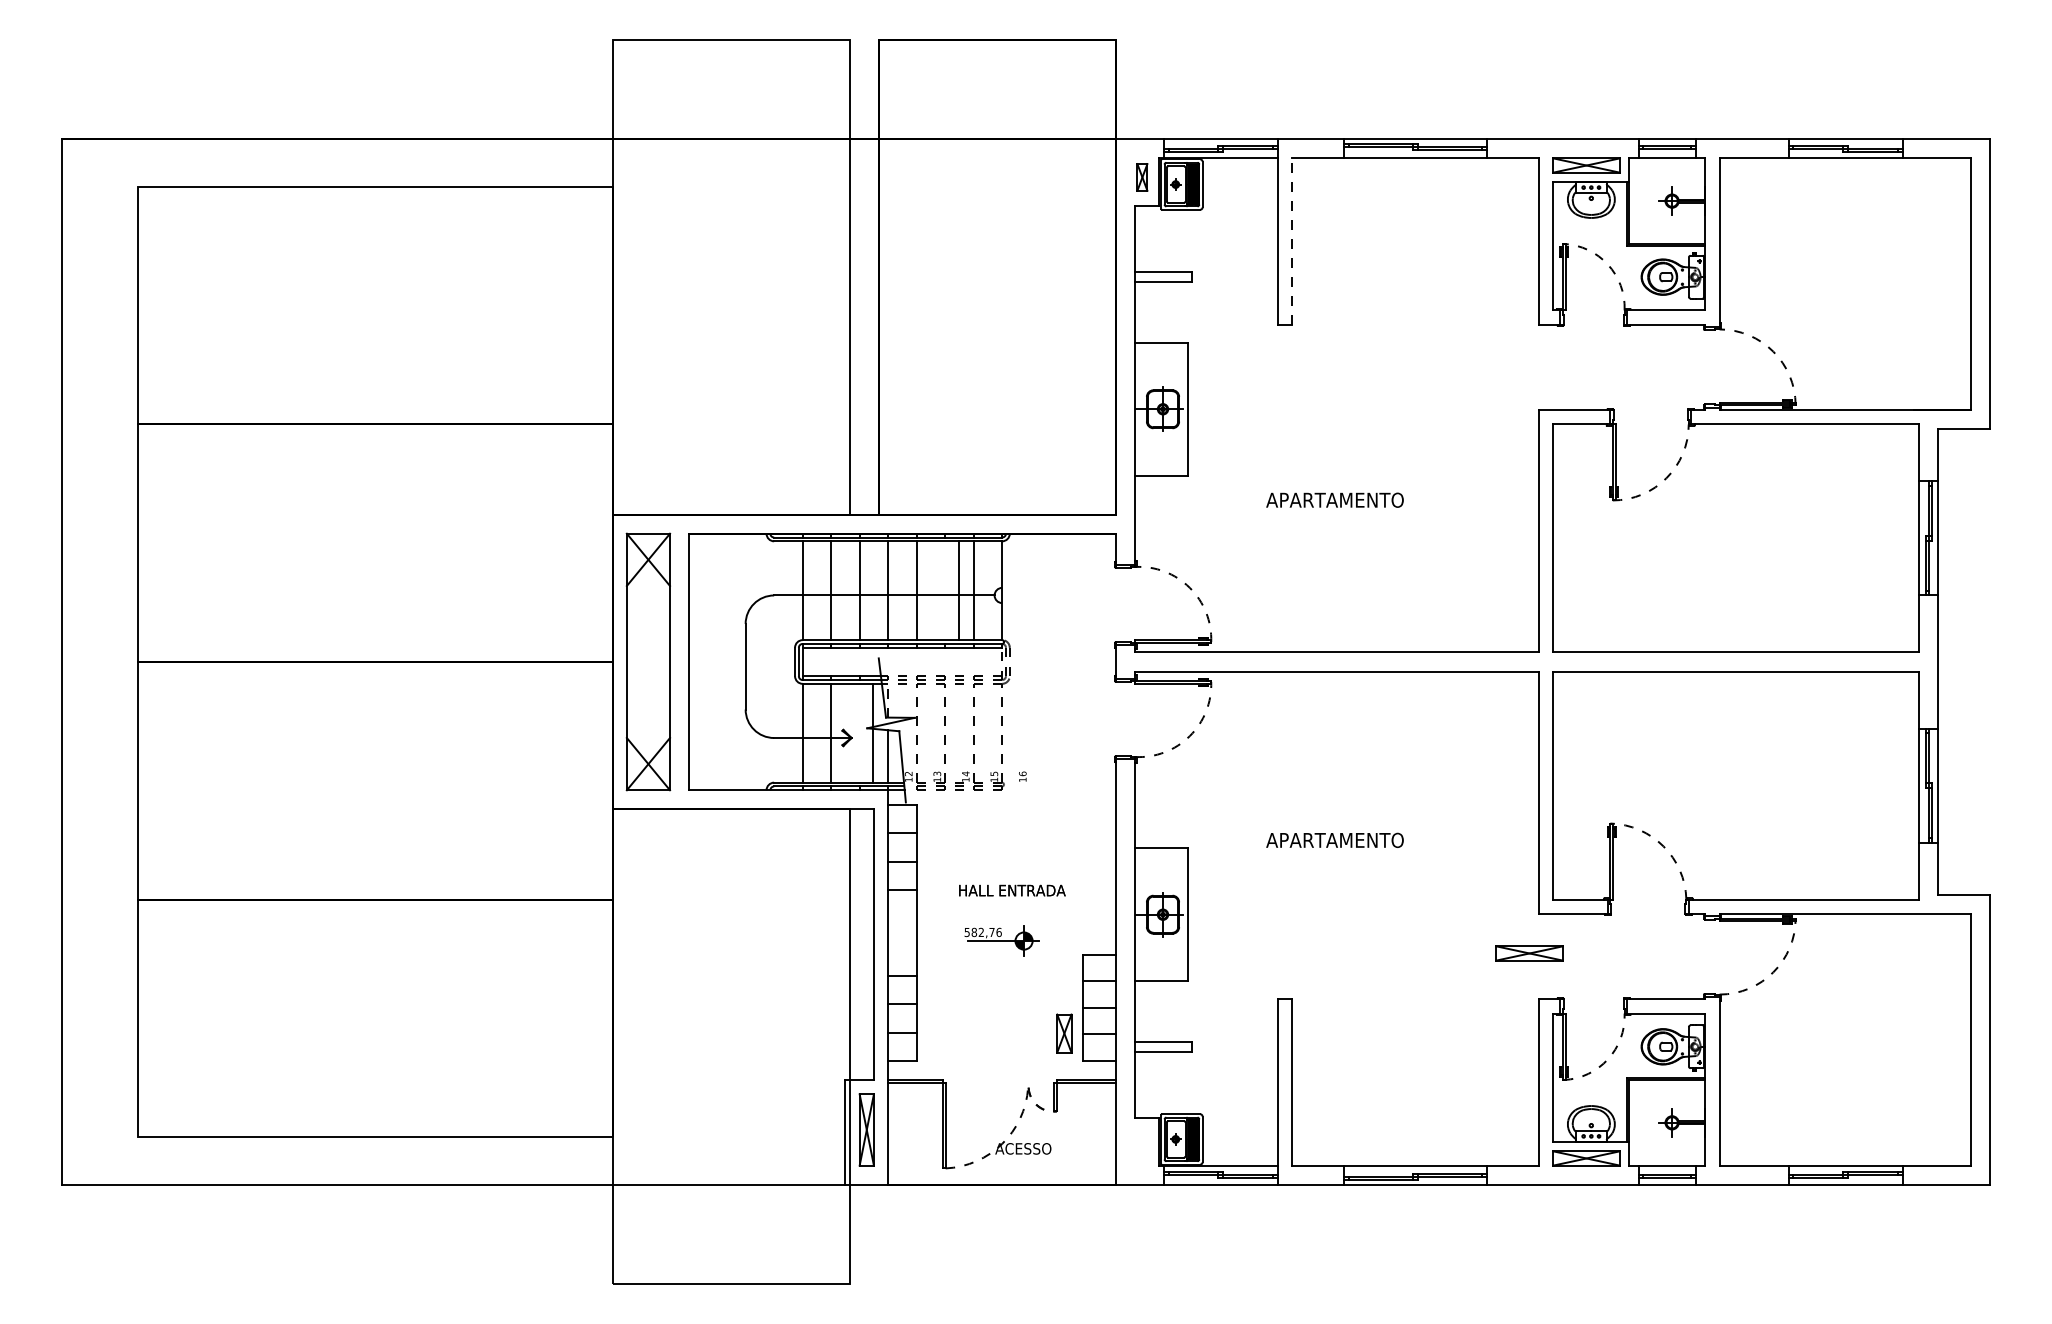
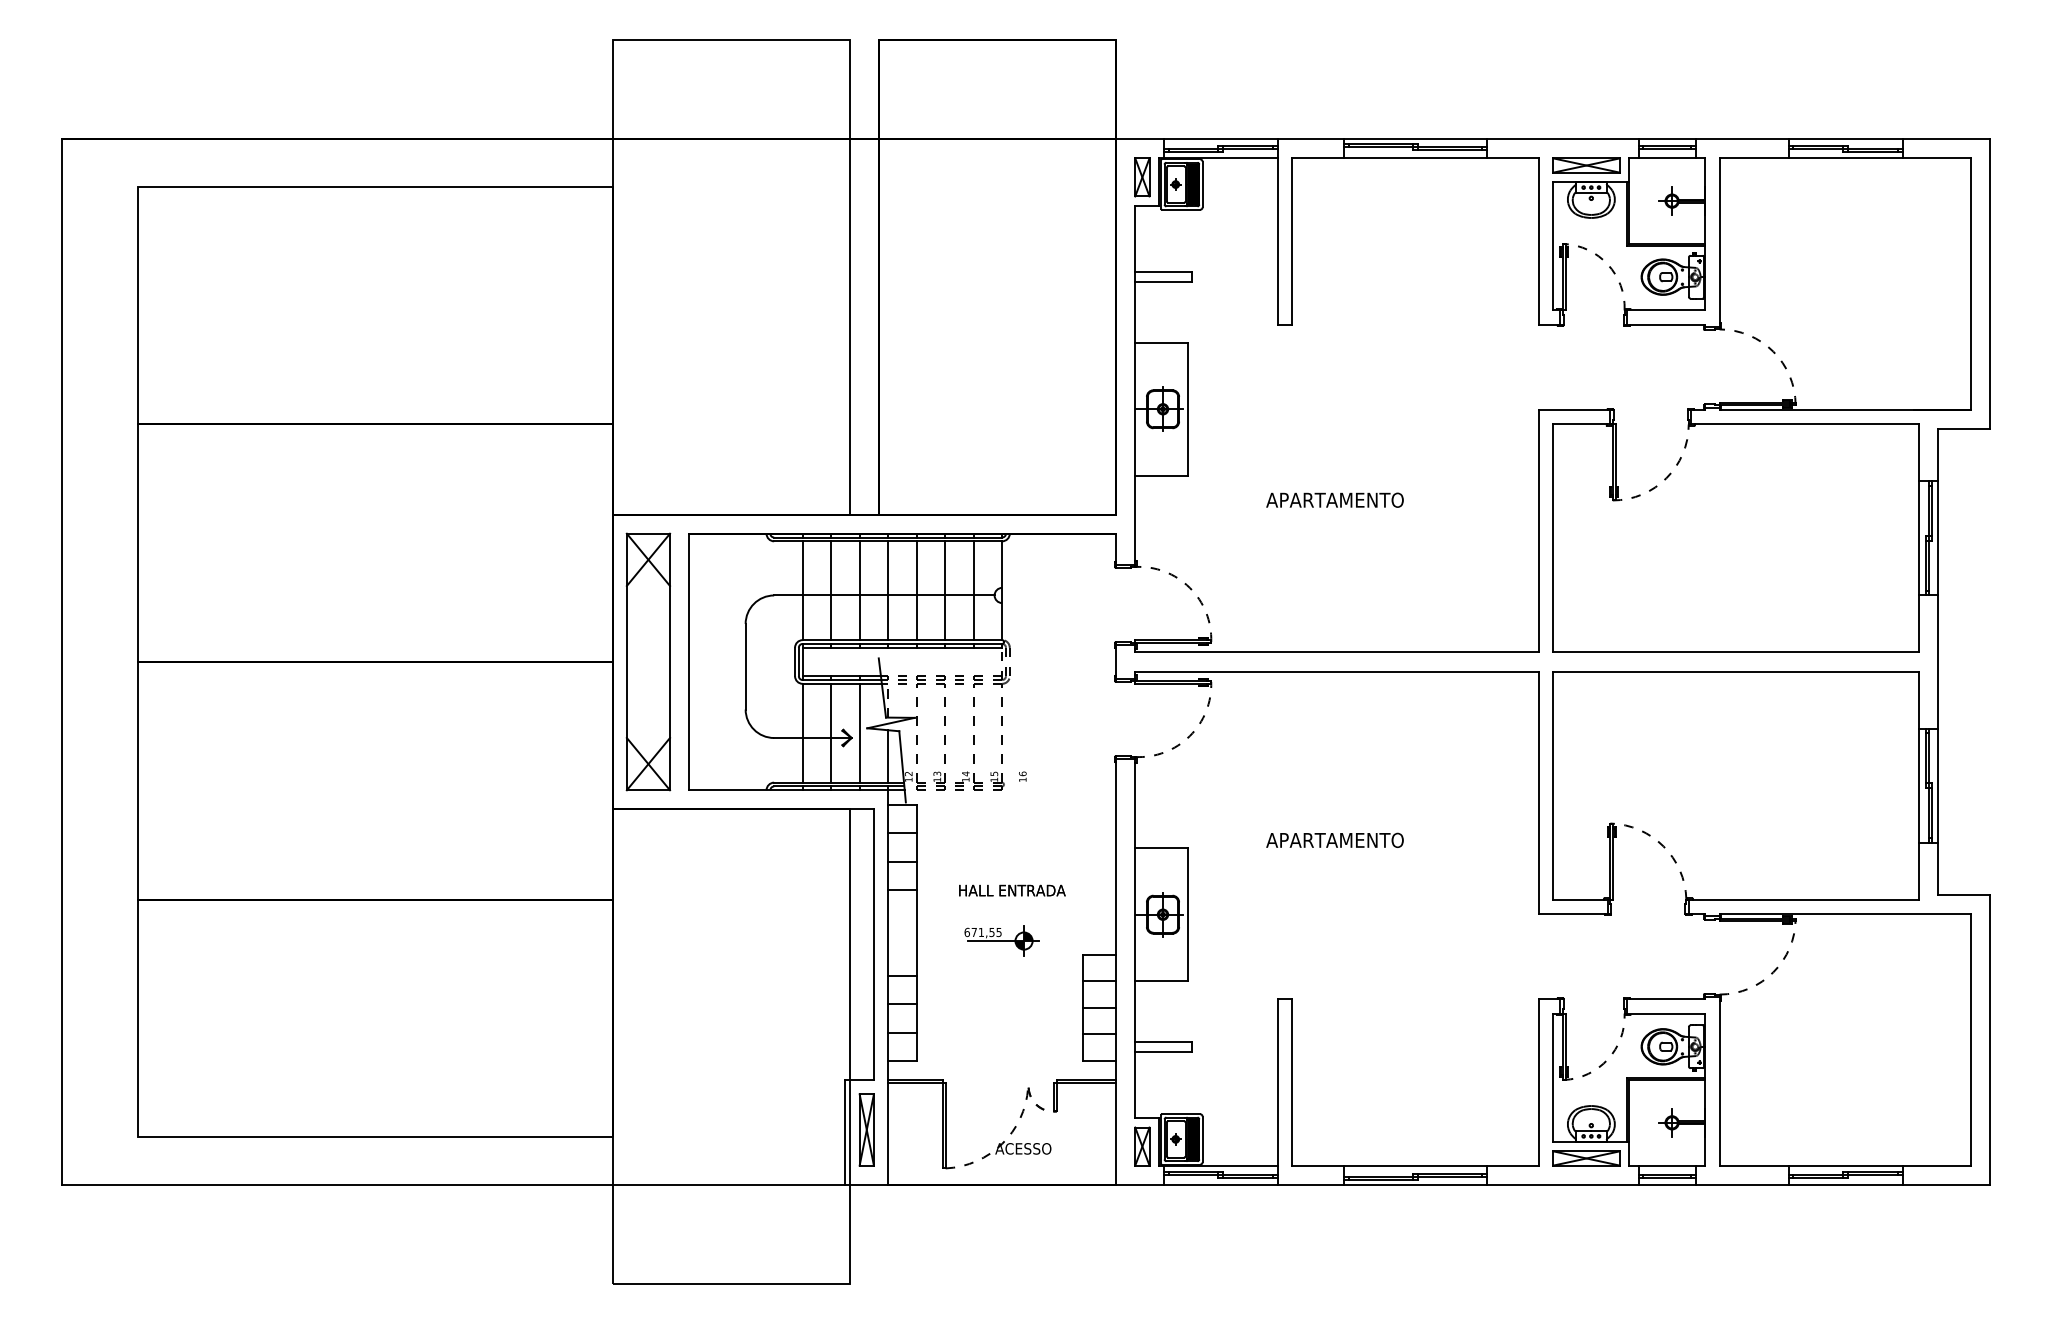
part at (1142, 177) size: 13x29 px -> 17x41 px
line at (1292, 241): dashed -> solid
line at (959, 590) position: (959, 590) -> (945, 590)
line at (872, 732) position: (872, 732) -> (859, 732)
text at (982, 932): 582,76 -> 671,55
part at (1529, 953): present -> none
part at (1064, 1033) position: (1064, 1033) -> (1142, 1146)
